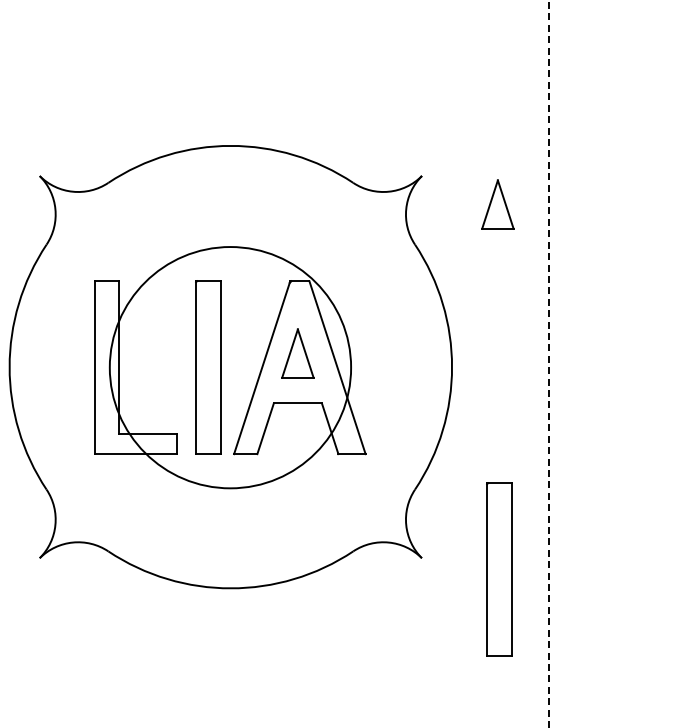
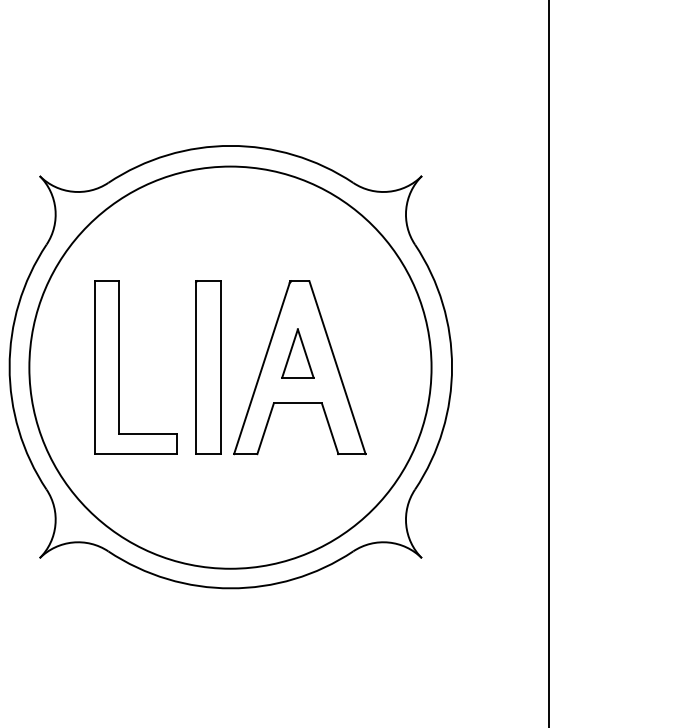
part at (497, 204): present -> none
line at (548, 363): dashed -> solid
circle at (230, 367) diameter: 241 px -> 402 px
part at (499, 569): present -> none
